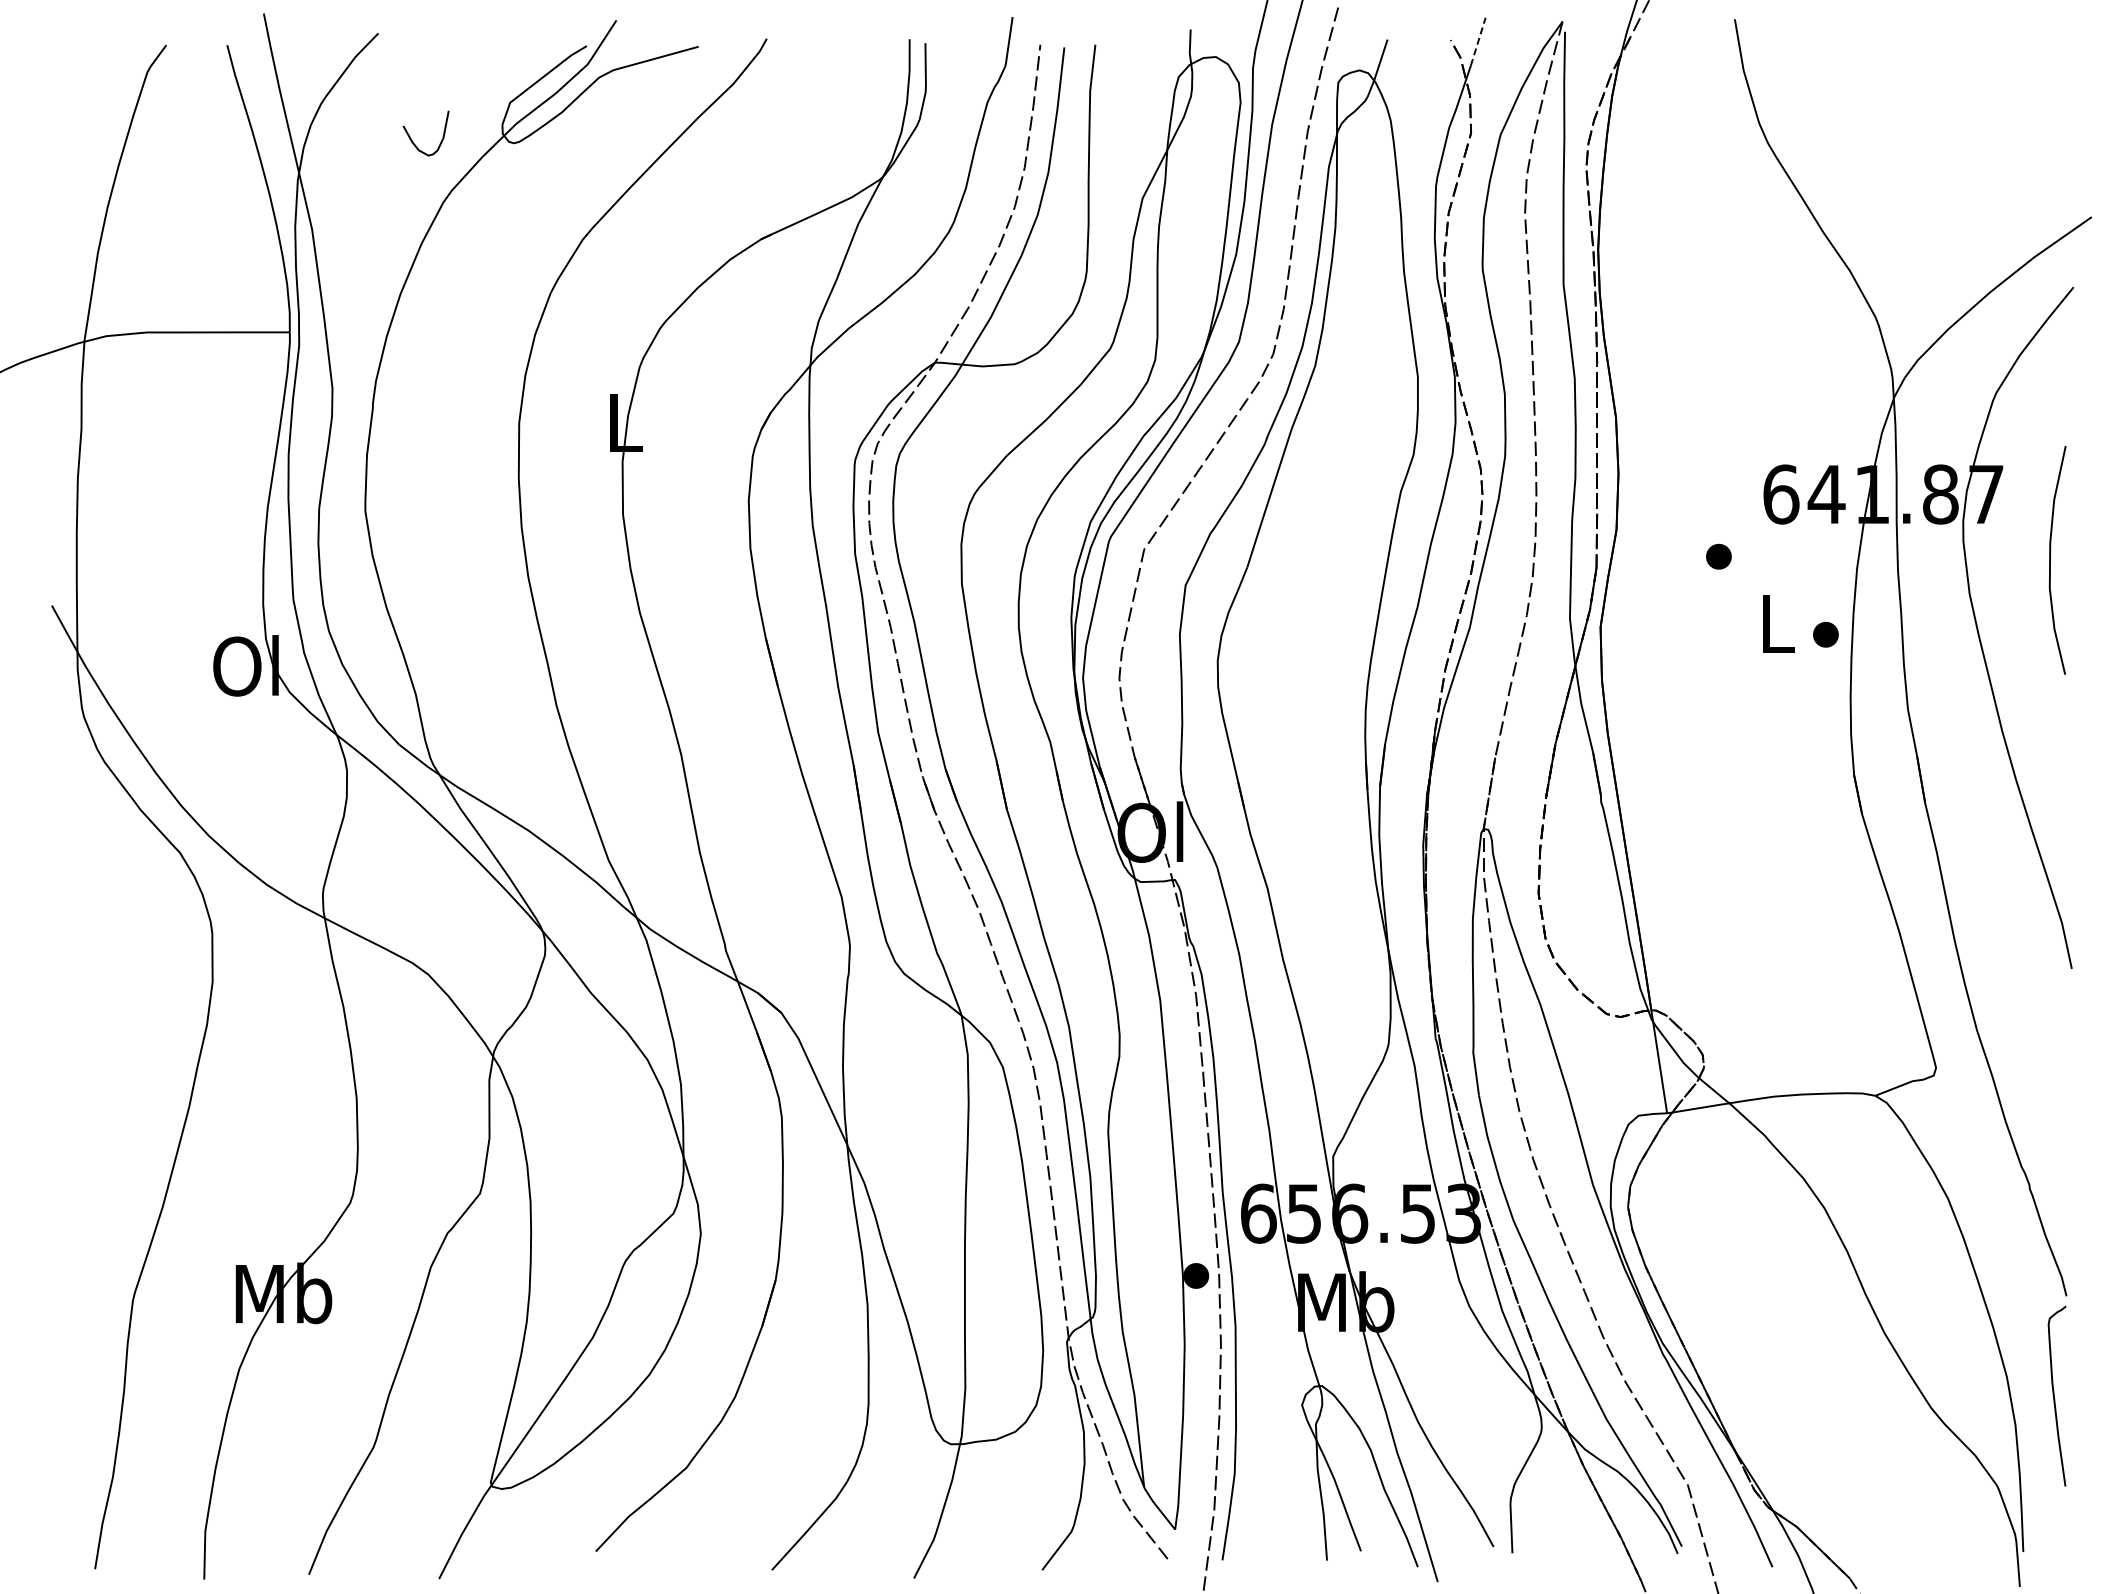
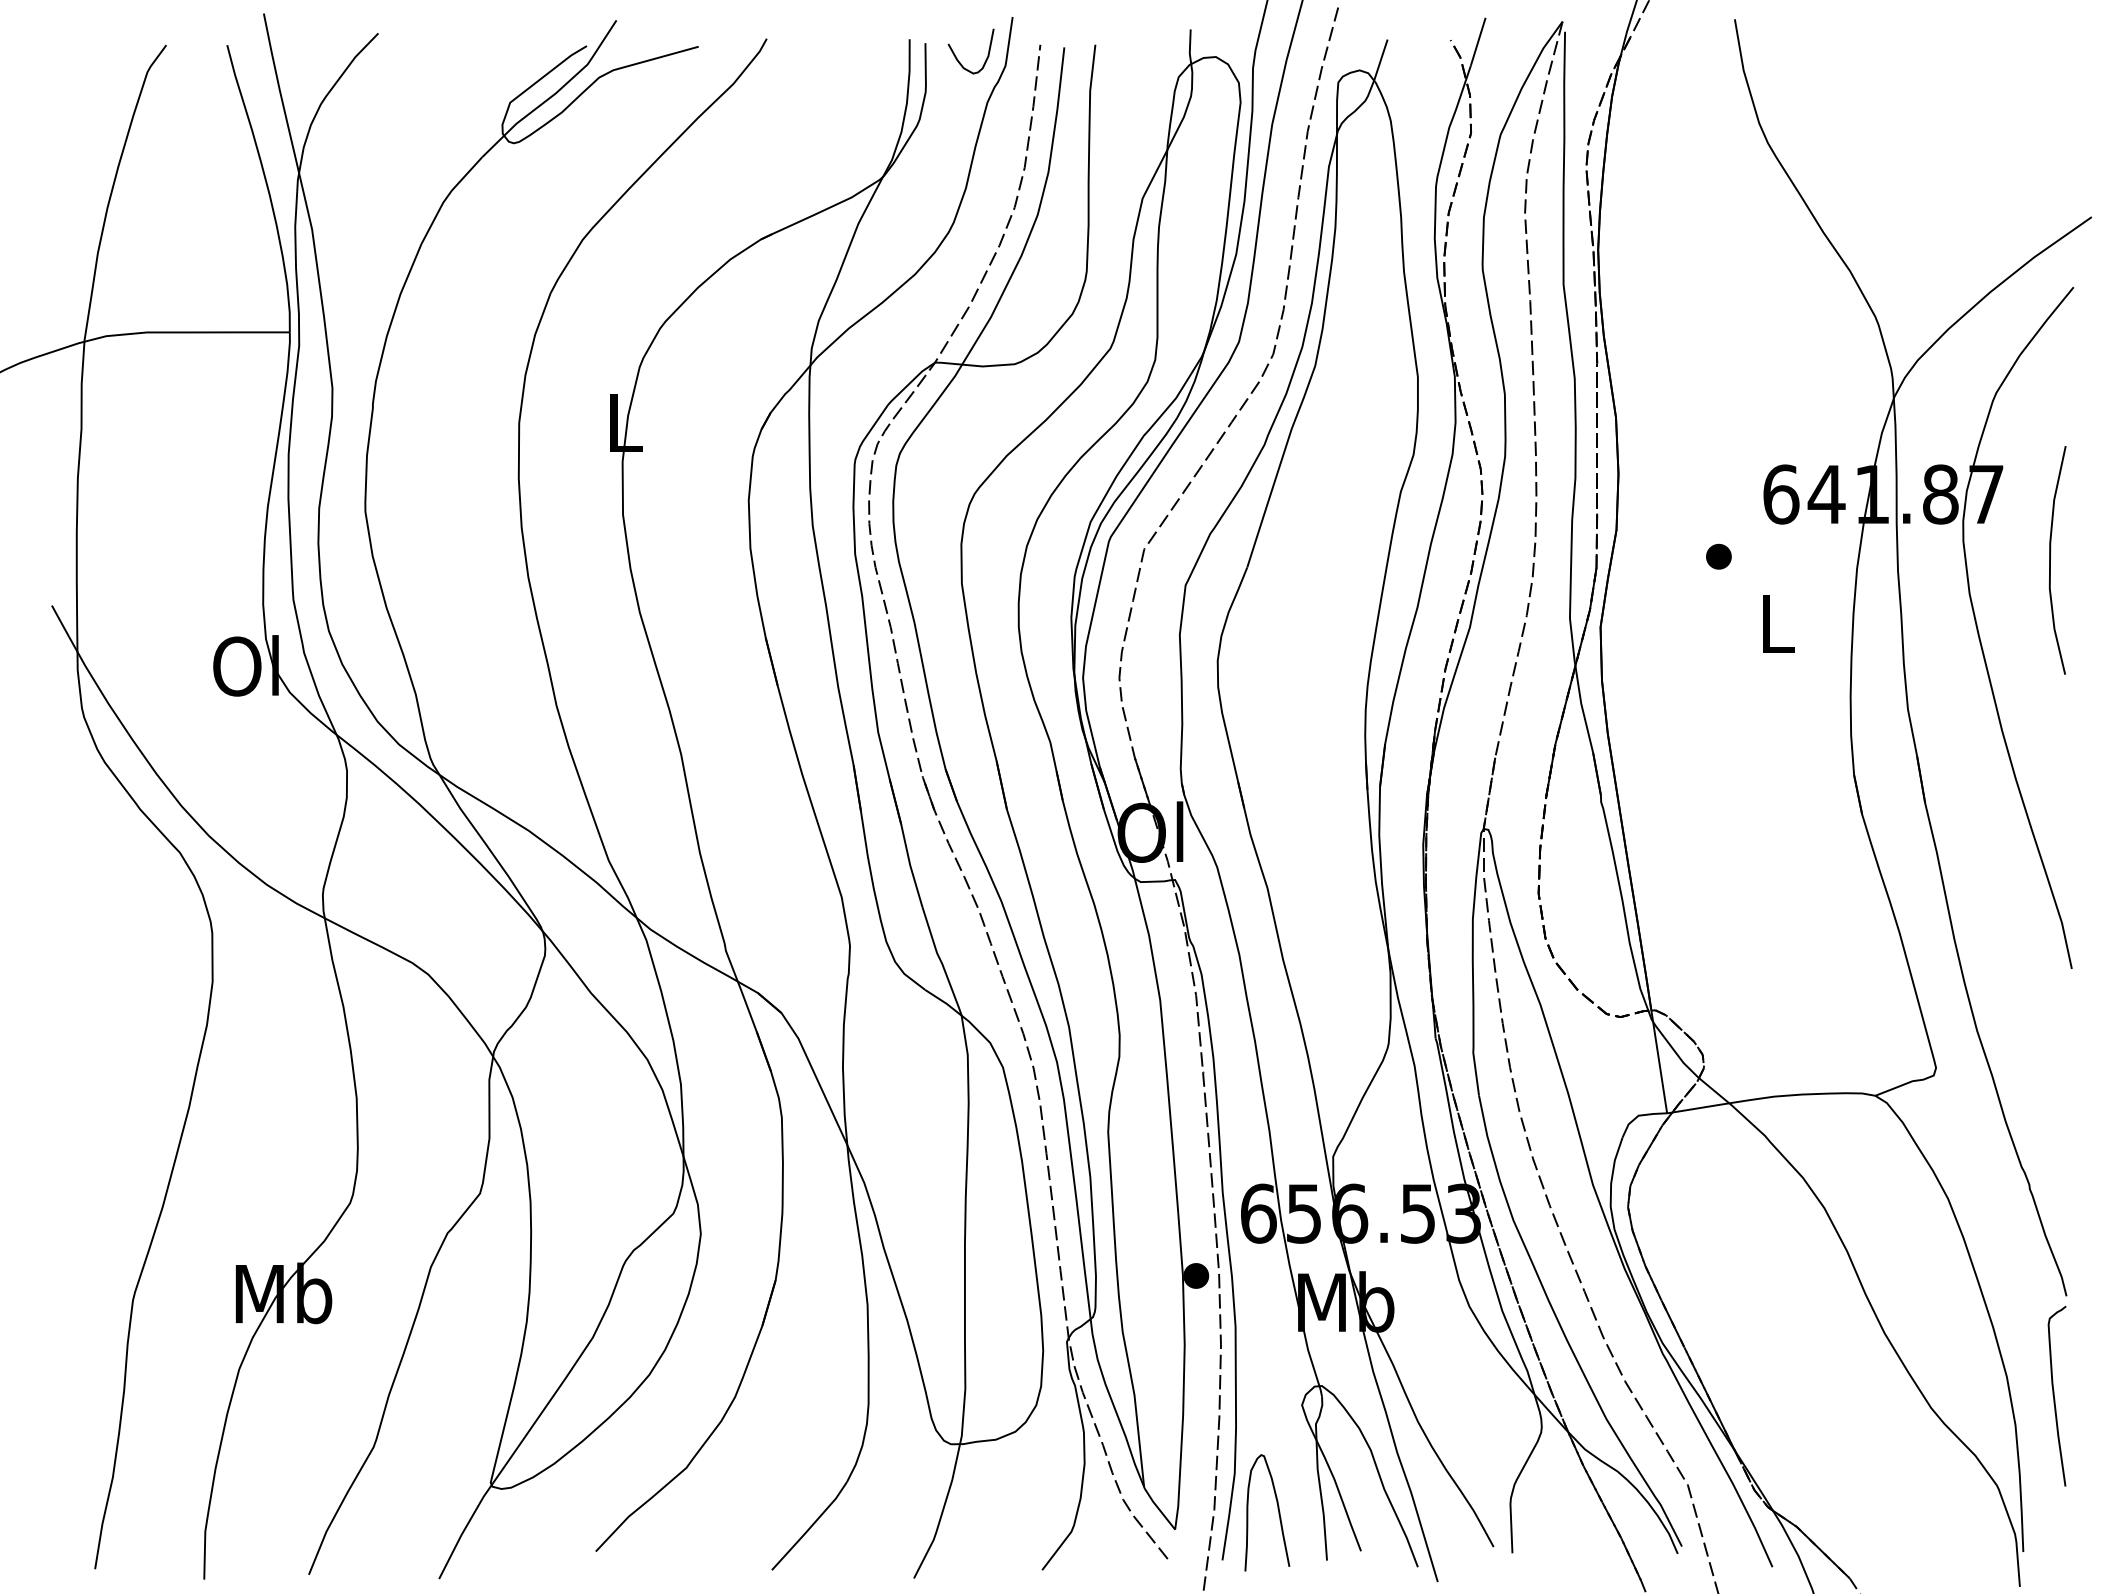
line at (1478, 41): dashed -> solid
curve at (413, 141) position: (413, 141) -> (958, 59)
part at (1825, 634): present -> none
curve at (1277, 1509): none -> present
